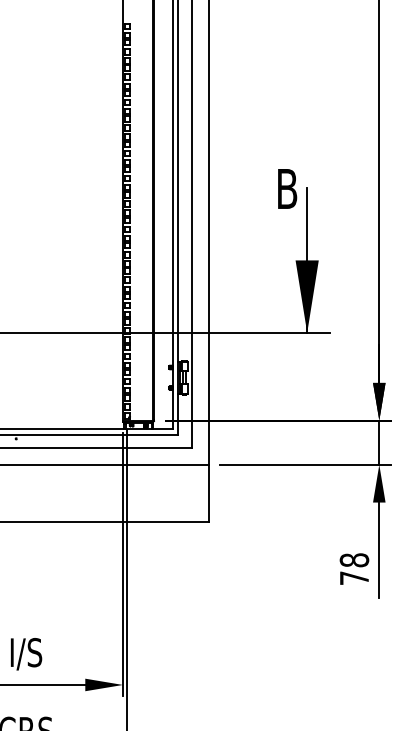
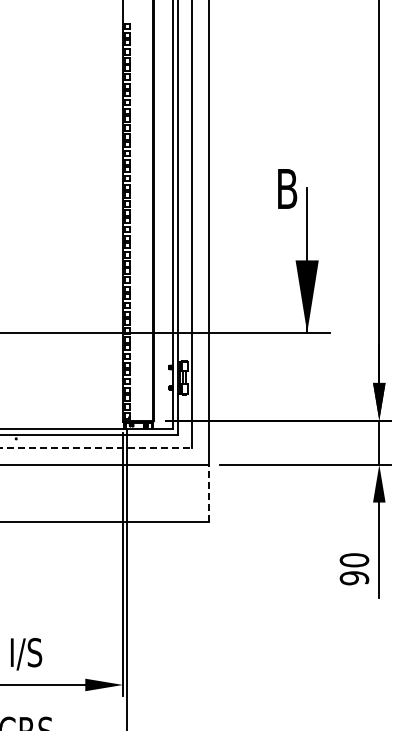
line at (96, 447): solid -> dashed
line at (208, 493): solid -> dashed
text at (354, 569): 78 -> 90
